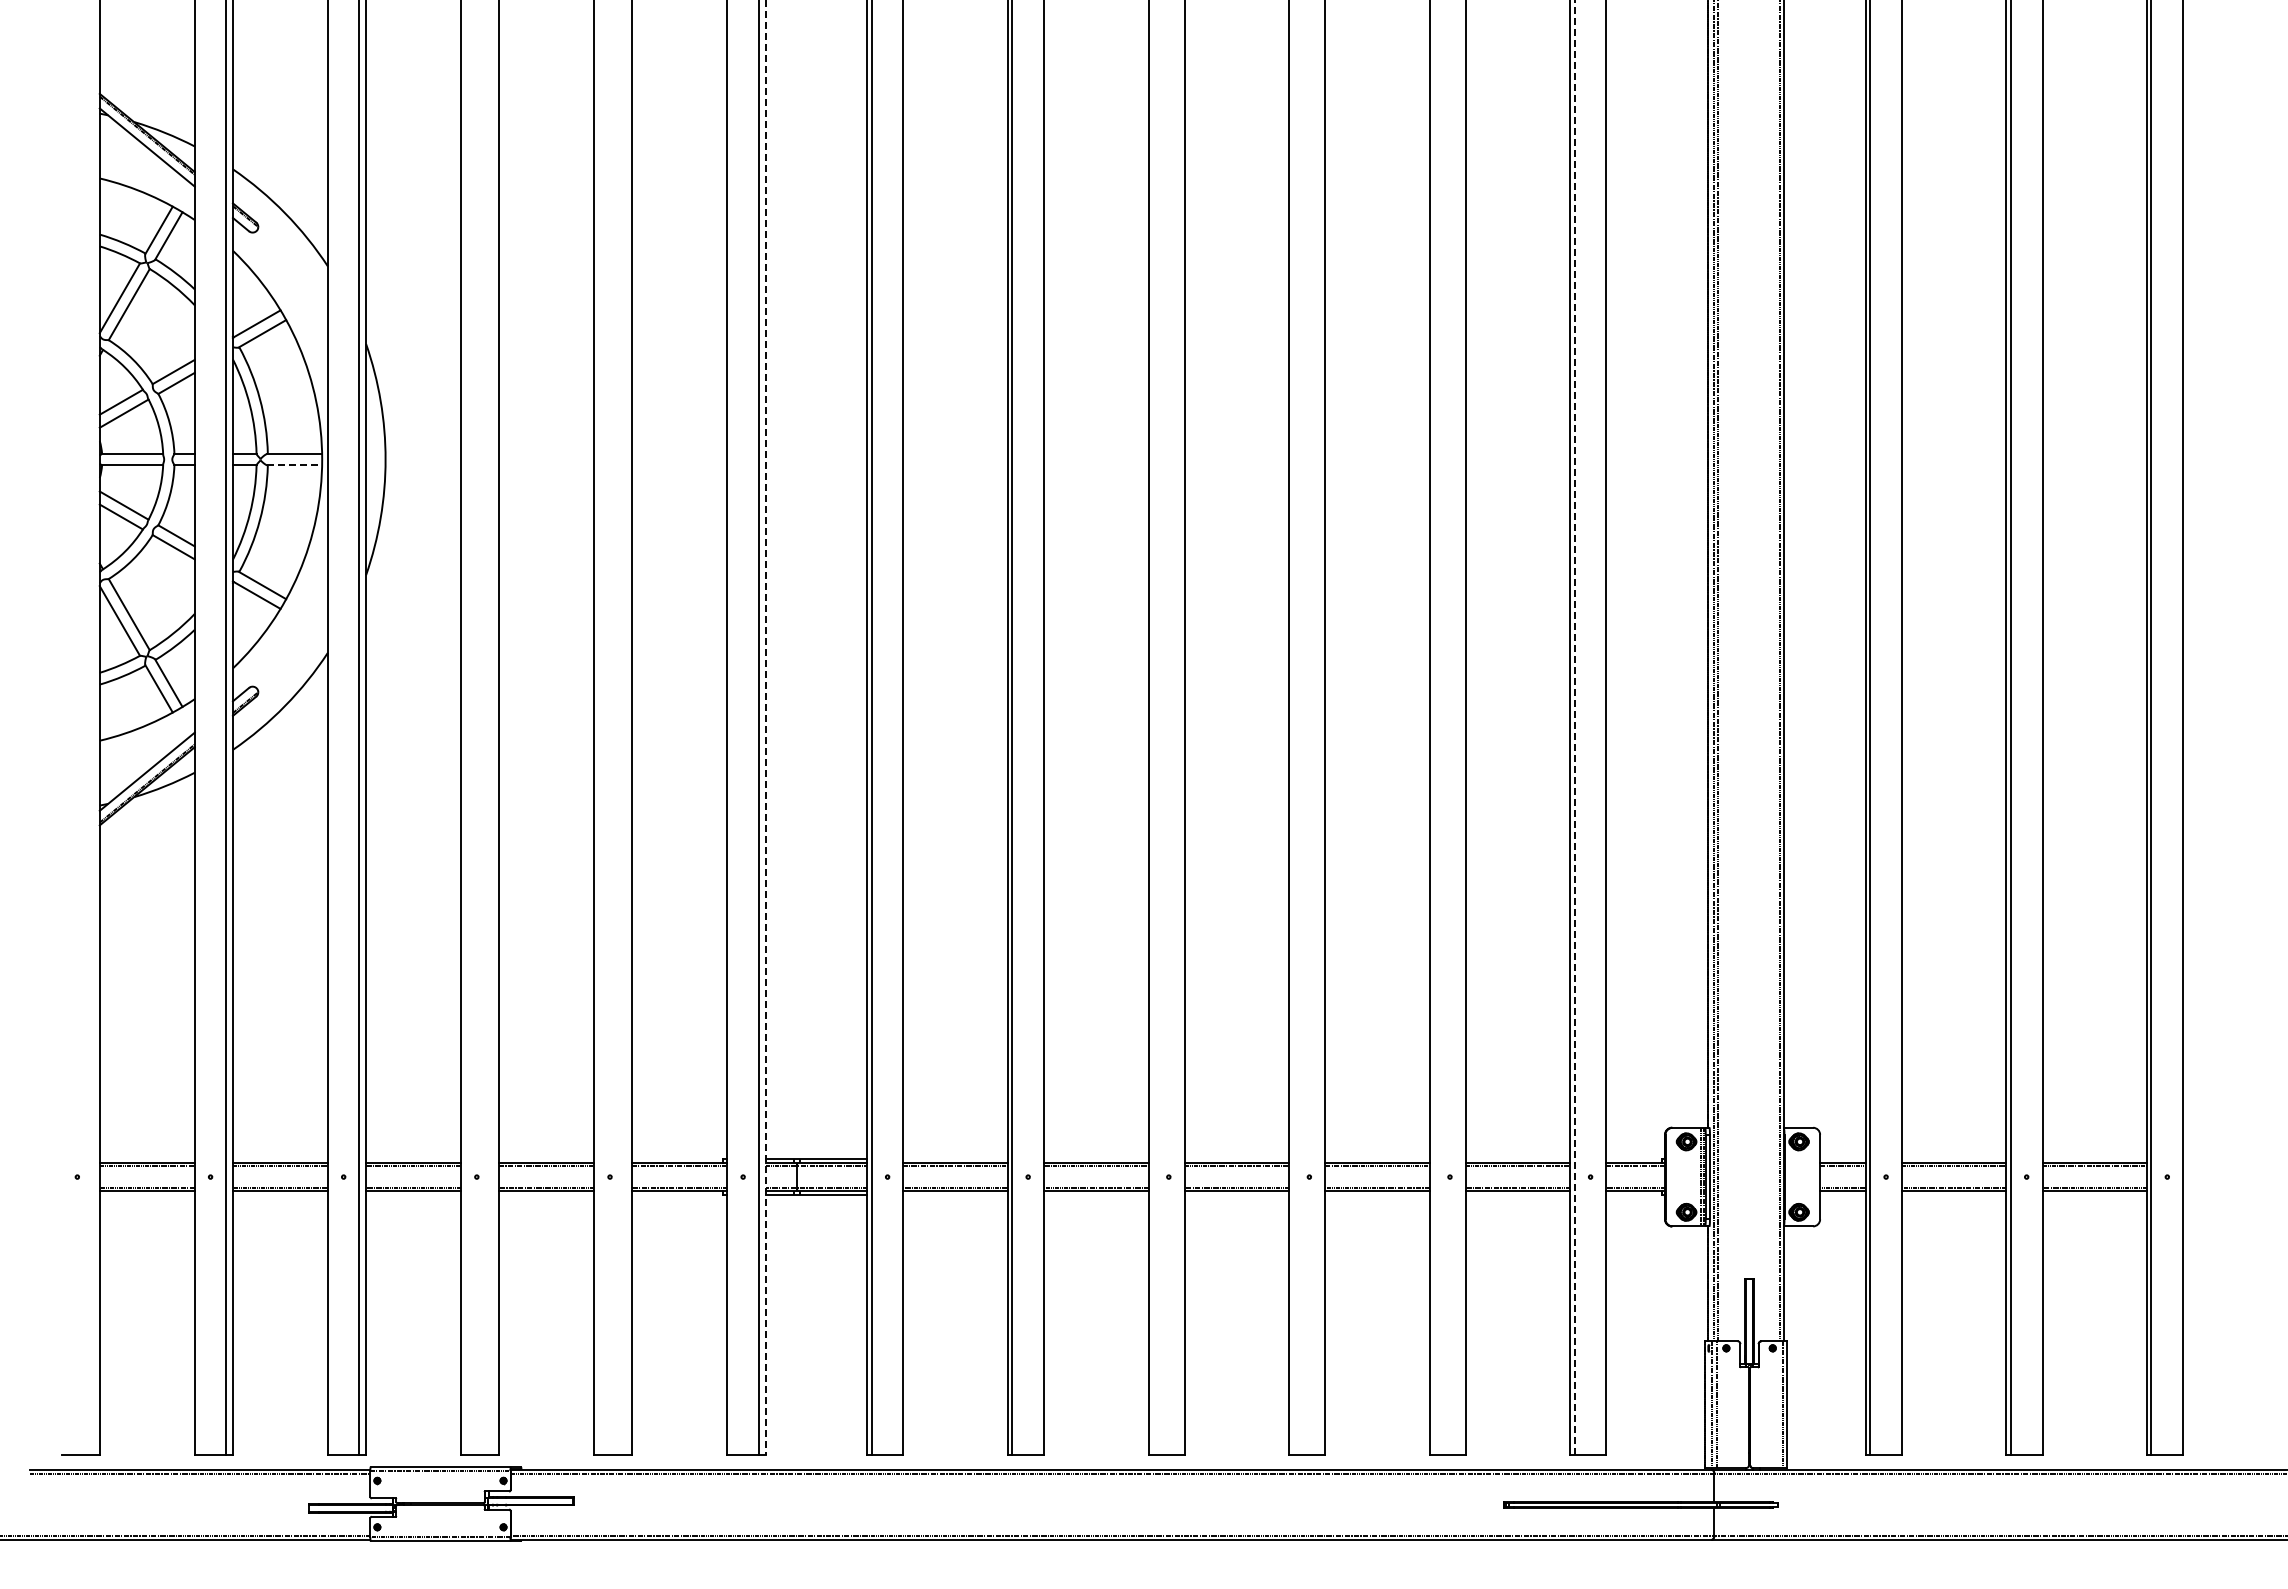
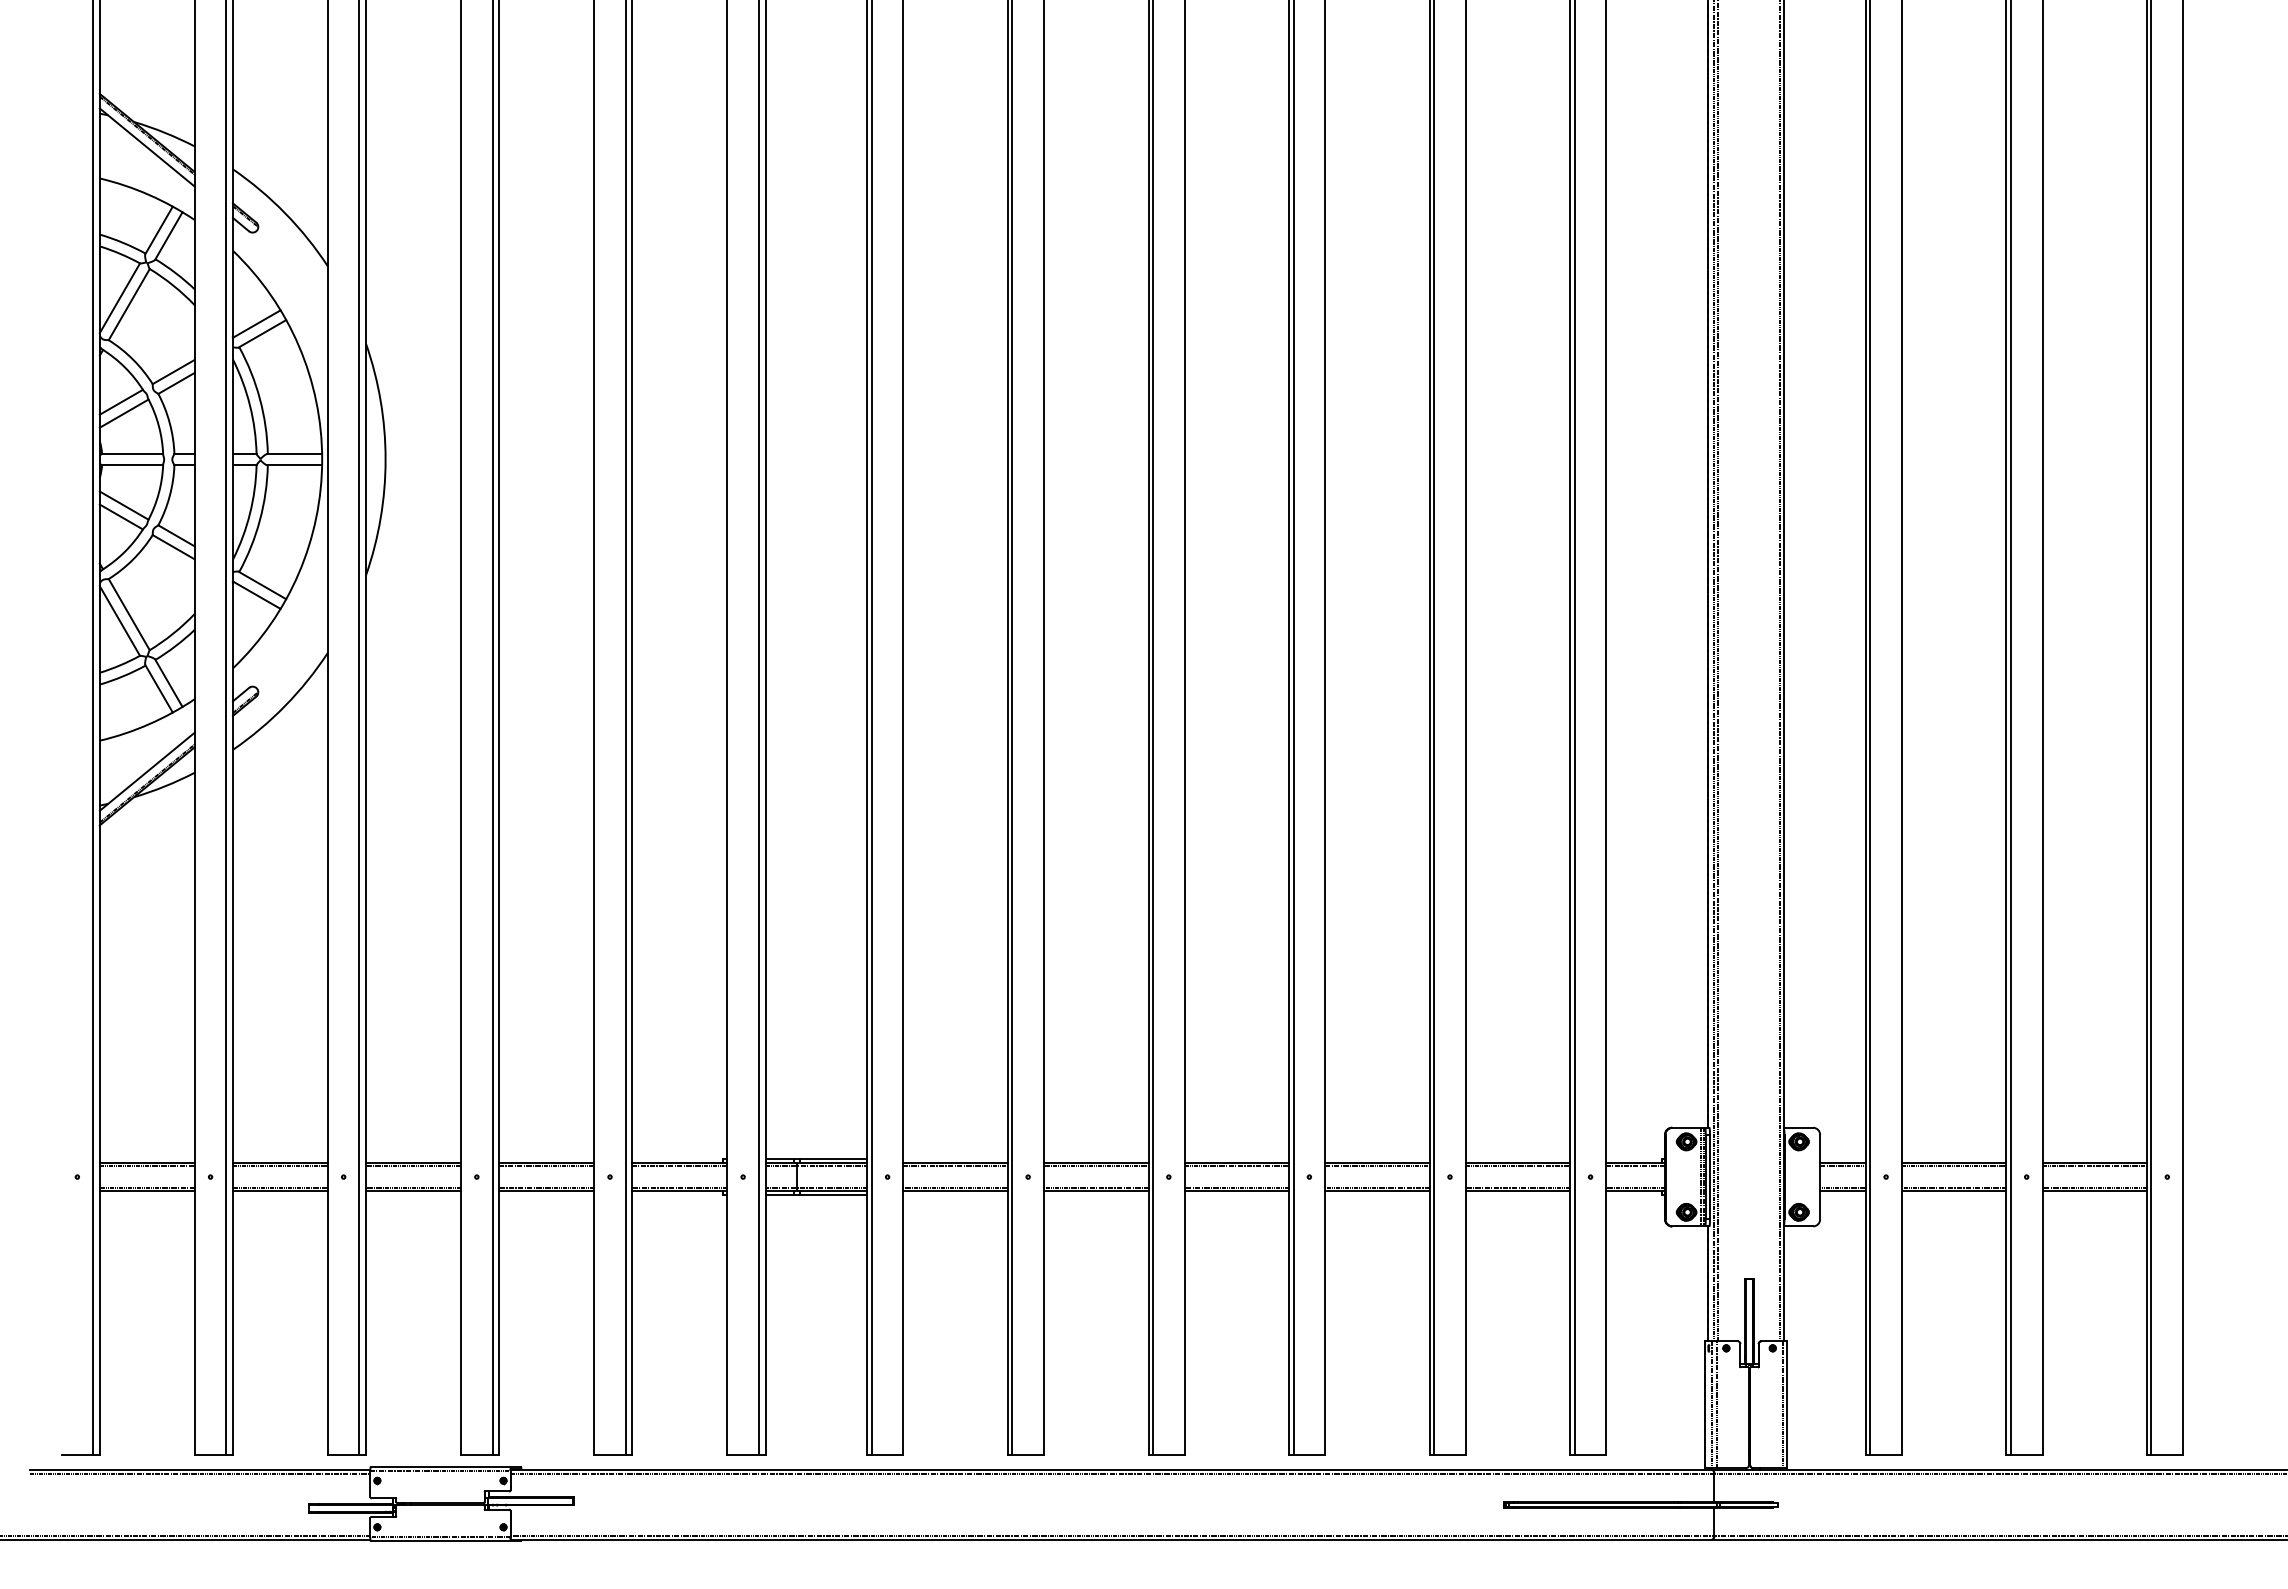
line at (295, 465): dashed -> solid
line at (1574, 727): dashed -> solid
line at (93, 728): none -> present
line at (492, 728): none -> present
line at (625, 728): none -> present
line at (765, 728): dashed -> solid
line at (1152, 728): none -> present
line at (1293, 728): none -> present
line at (1434, 728): none -> present
